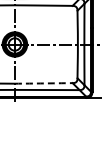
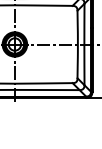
arc at (43, 83): dashed -> solid
